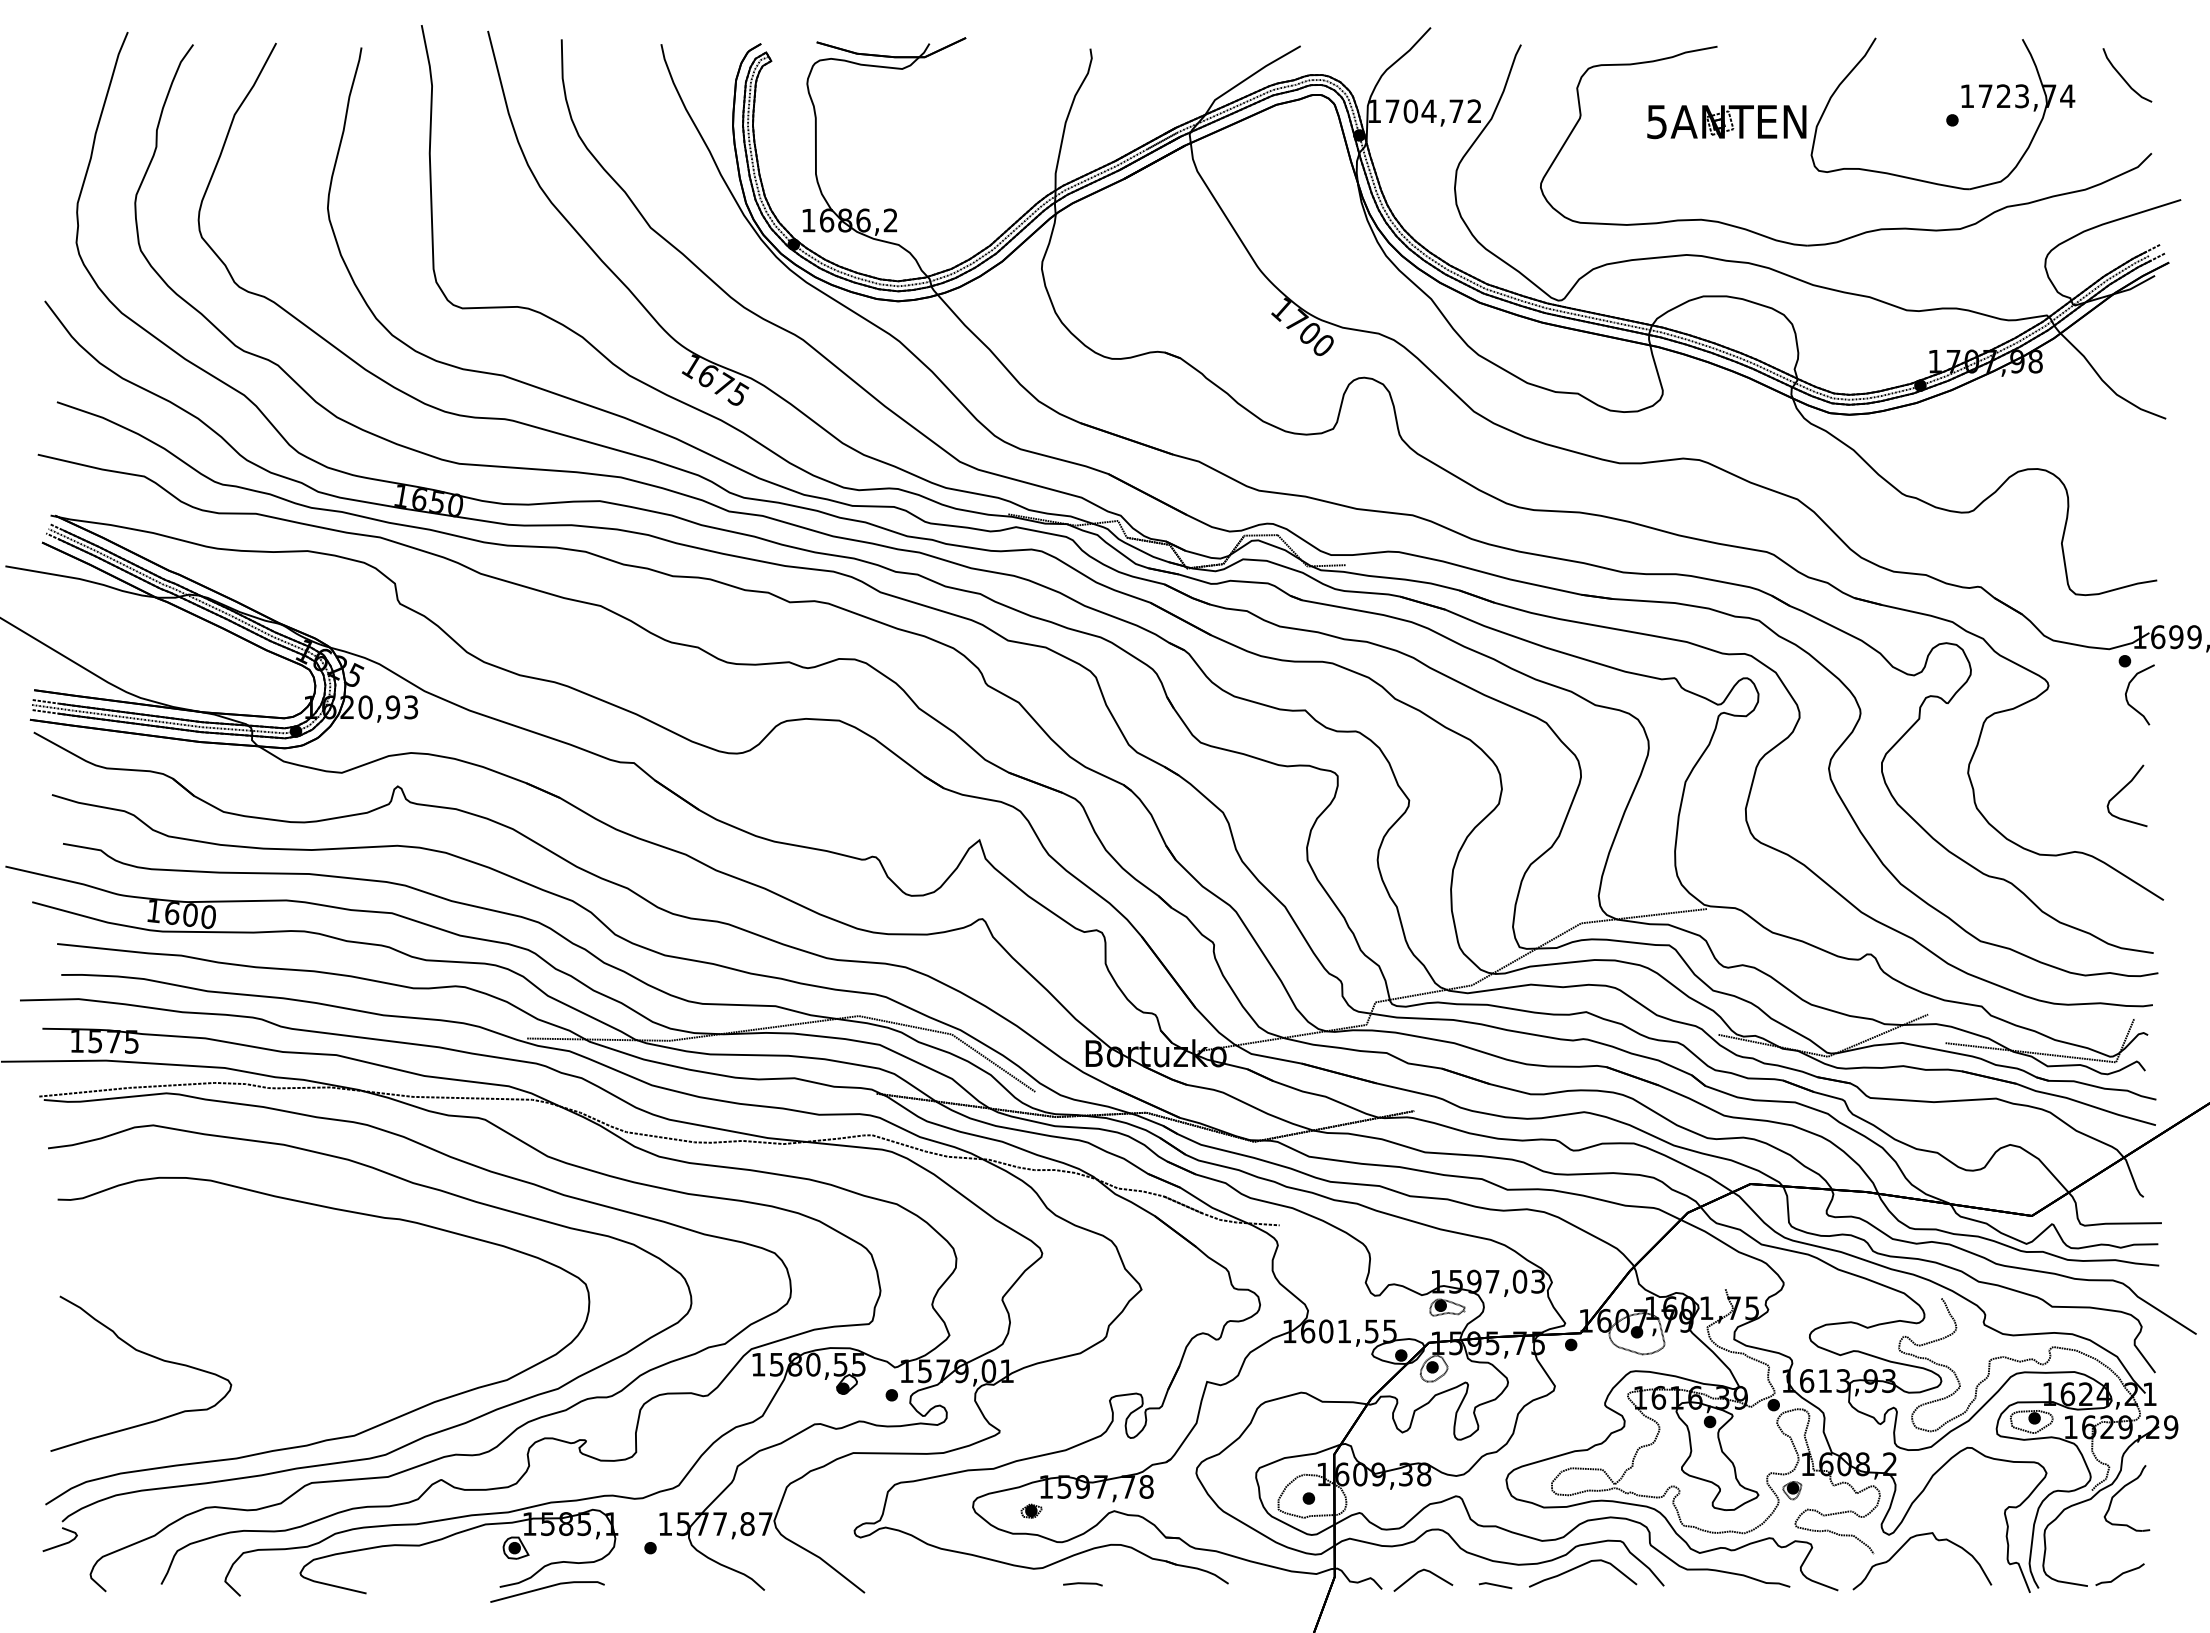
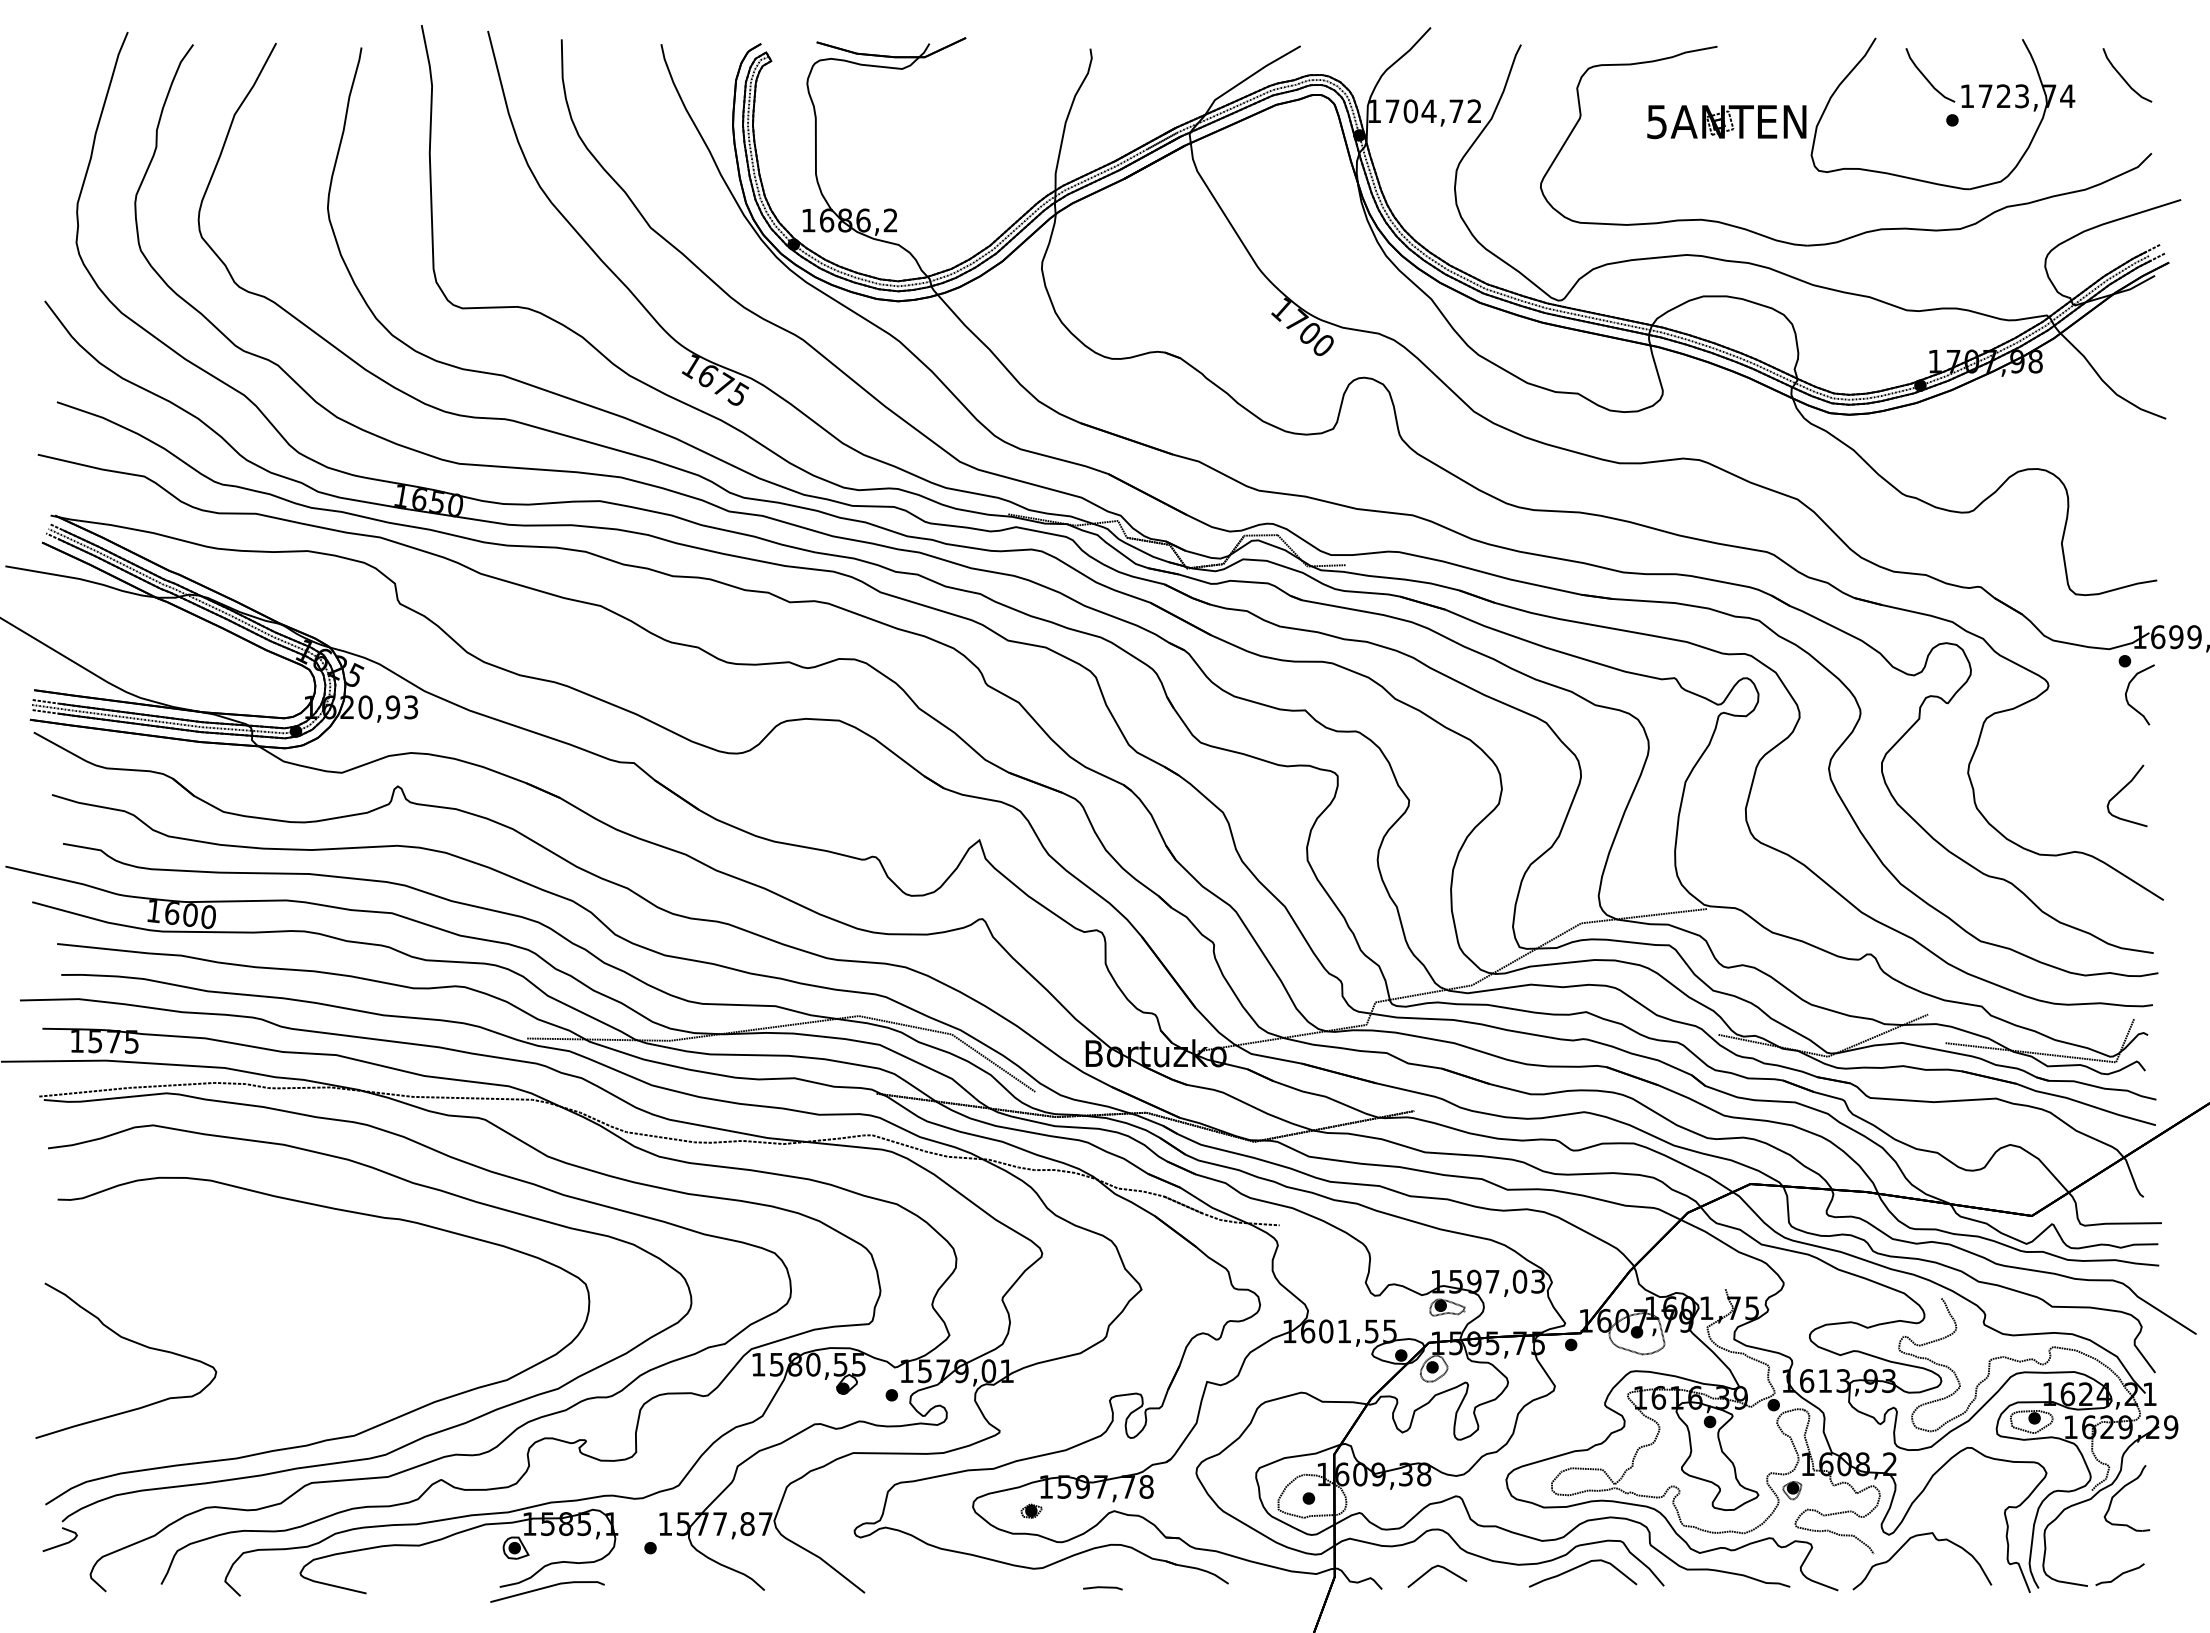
curve at (1927, 78): none -> present
curve at (147, 1355) position: (147, 1355) -> (132, 1342)
line at (1420, 1572) position: (1420, 1572) -> (1434, 1568)
line at (1082, 1584) position: (1082, 1584) -> (1102, 1588)
line at (1495, 1585): present -> none
